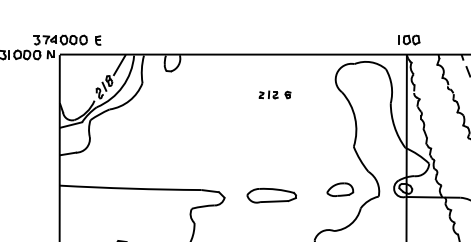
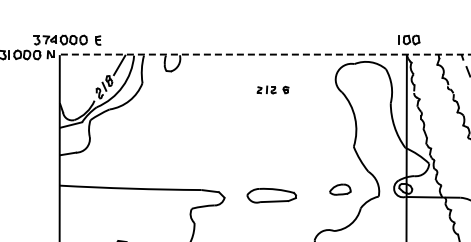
line at (265, 54): solid -> dashed
part at (274, 94) position: (274, 94) -> (272, 89)
part at (340, 189) size: 29x15 px -> 23x13 px
